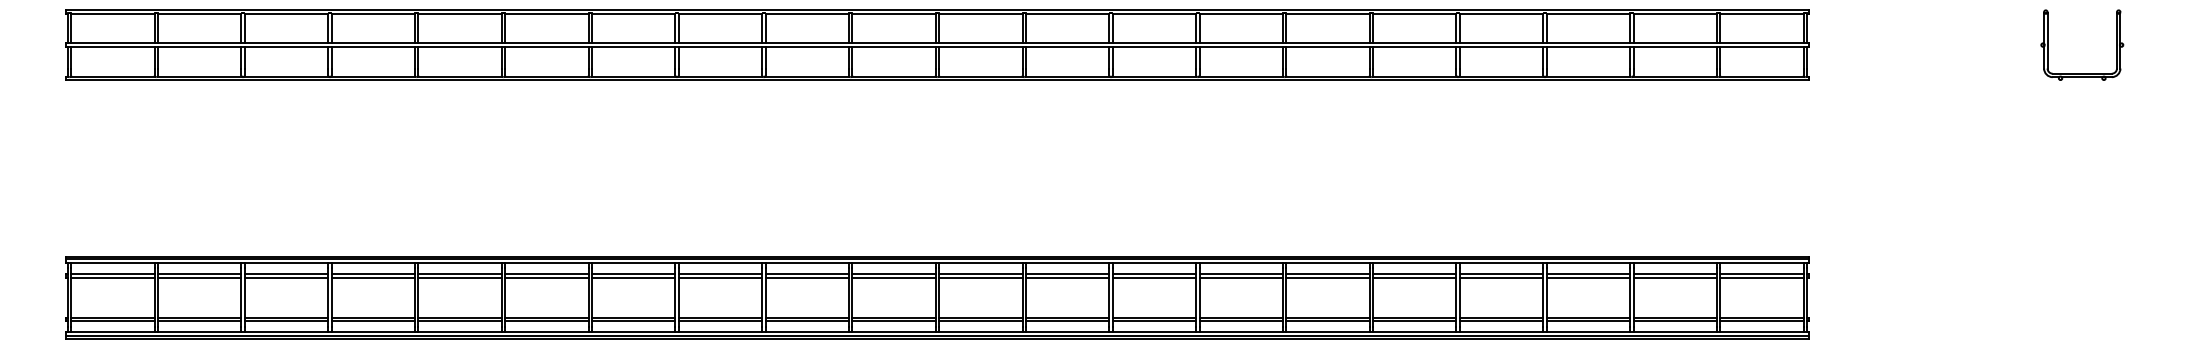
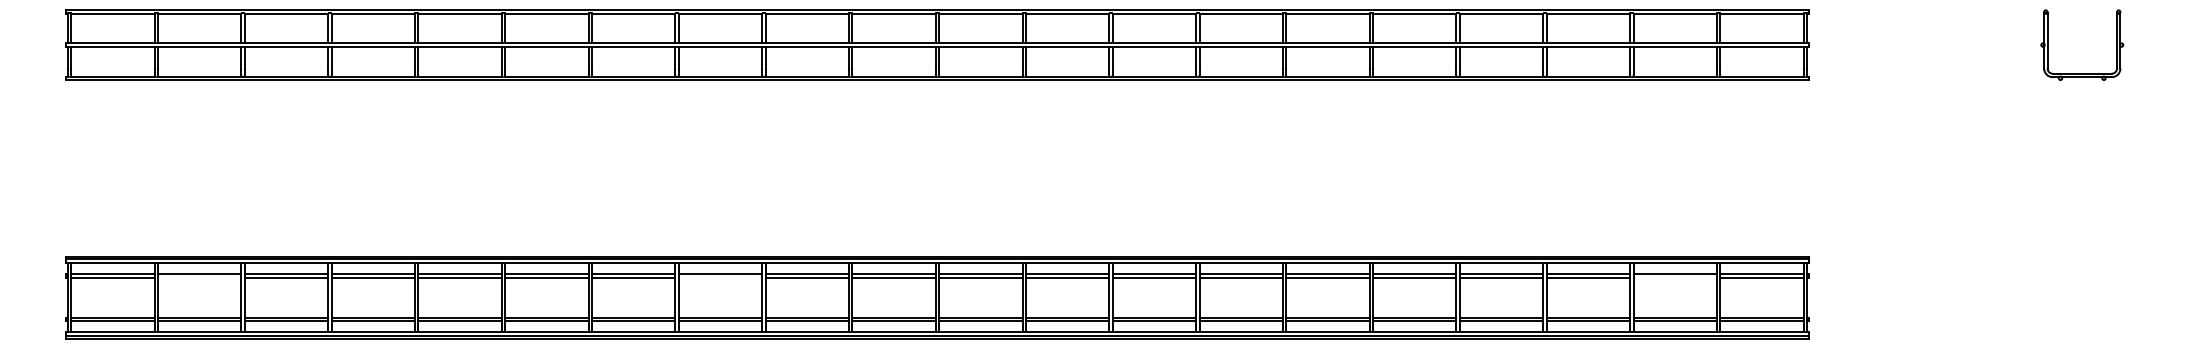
line at (199, 277): present -> none
line at (720, 277): present -> none
line at (1674, 277): present -> none
